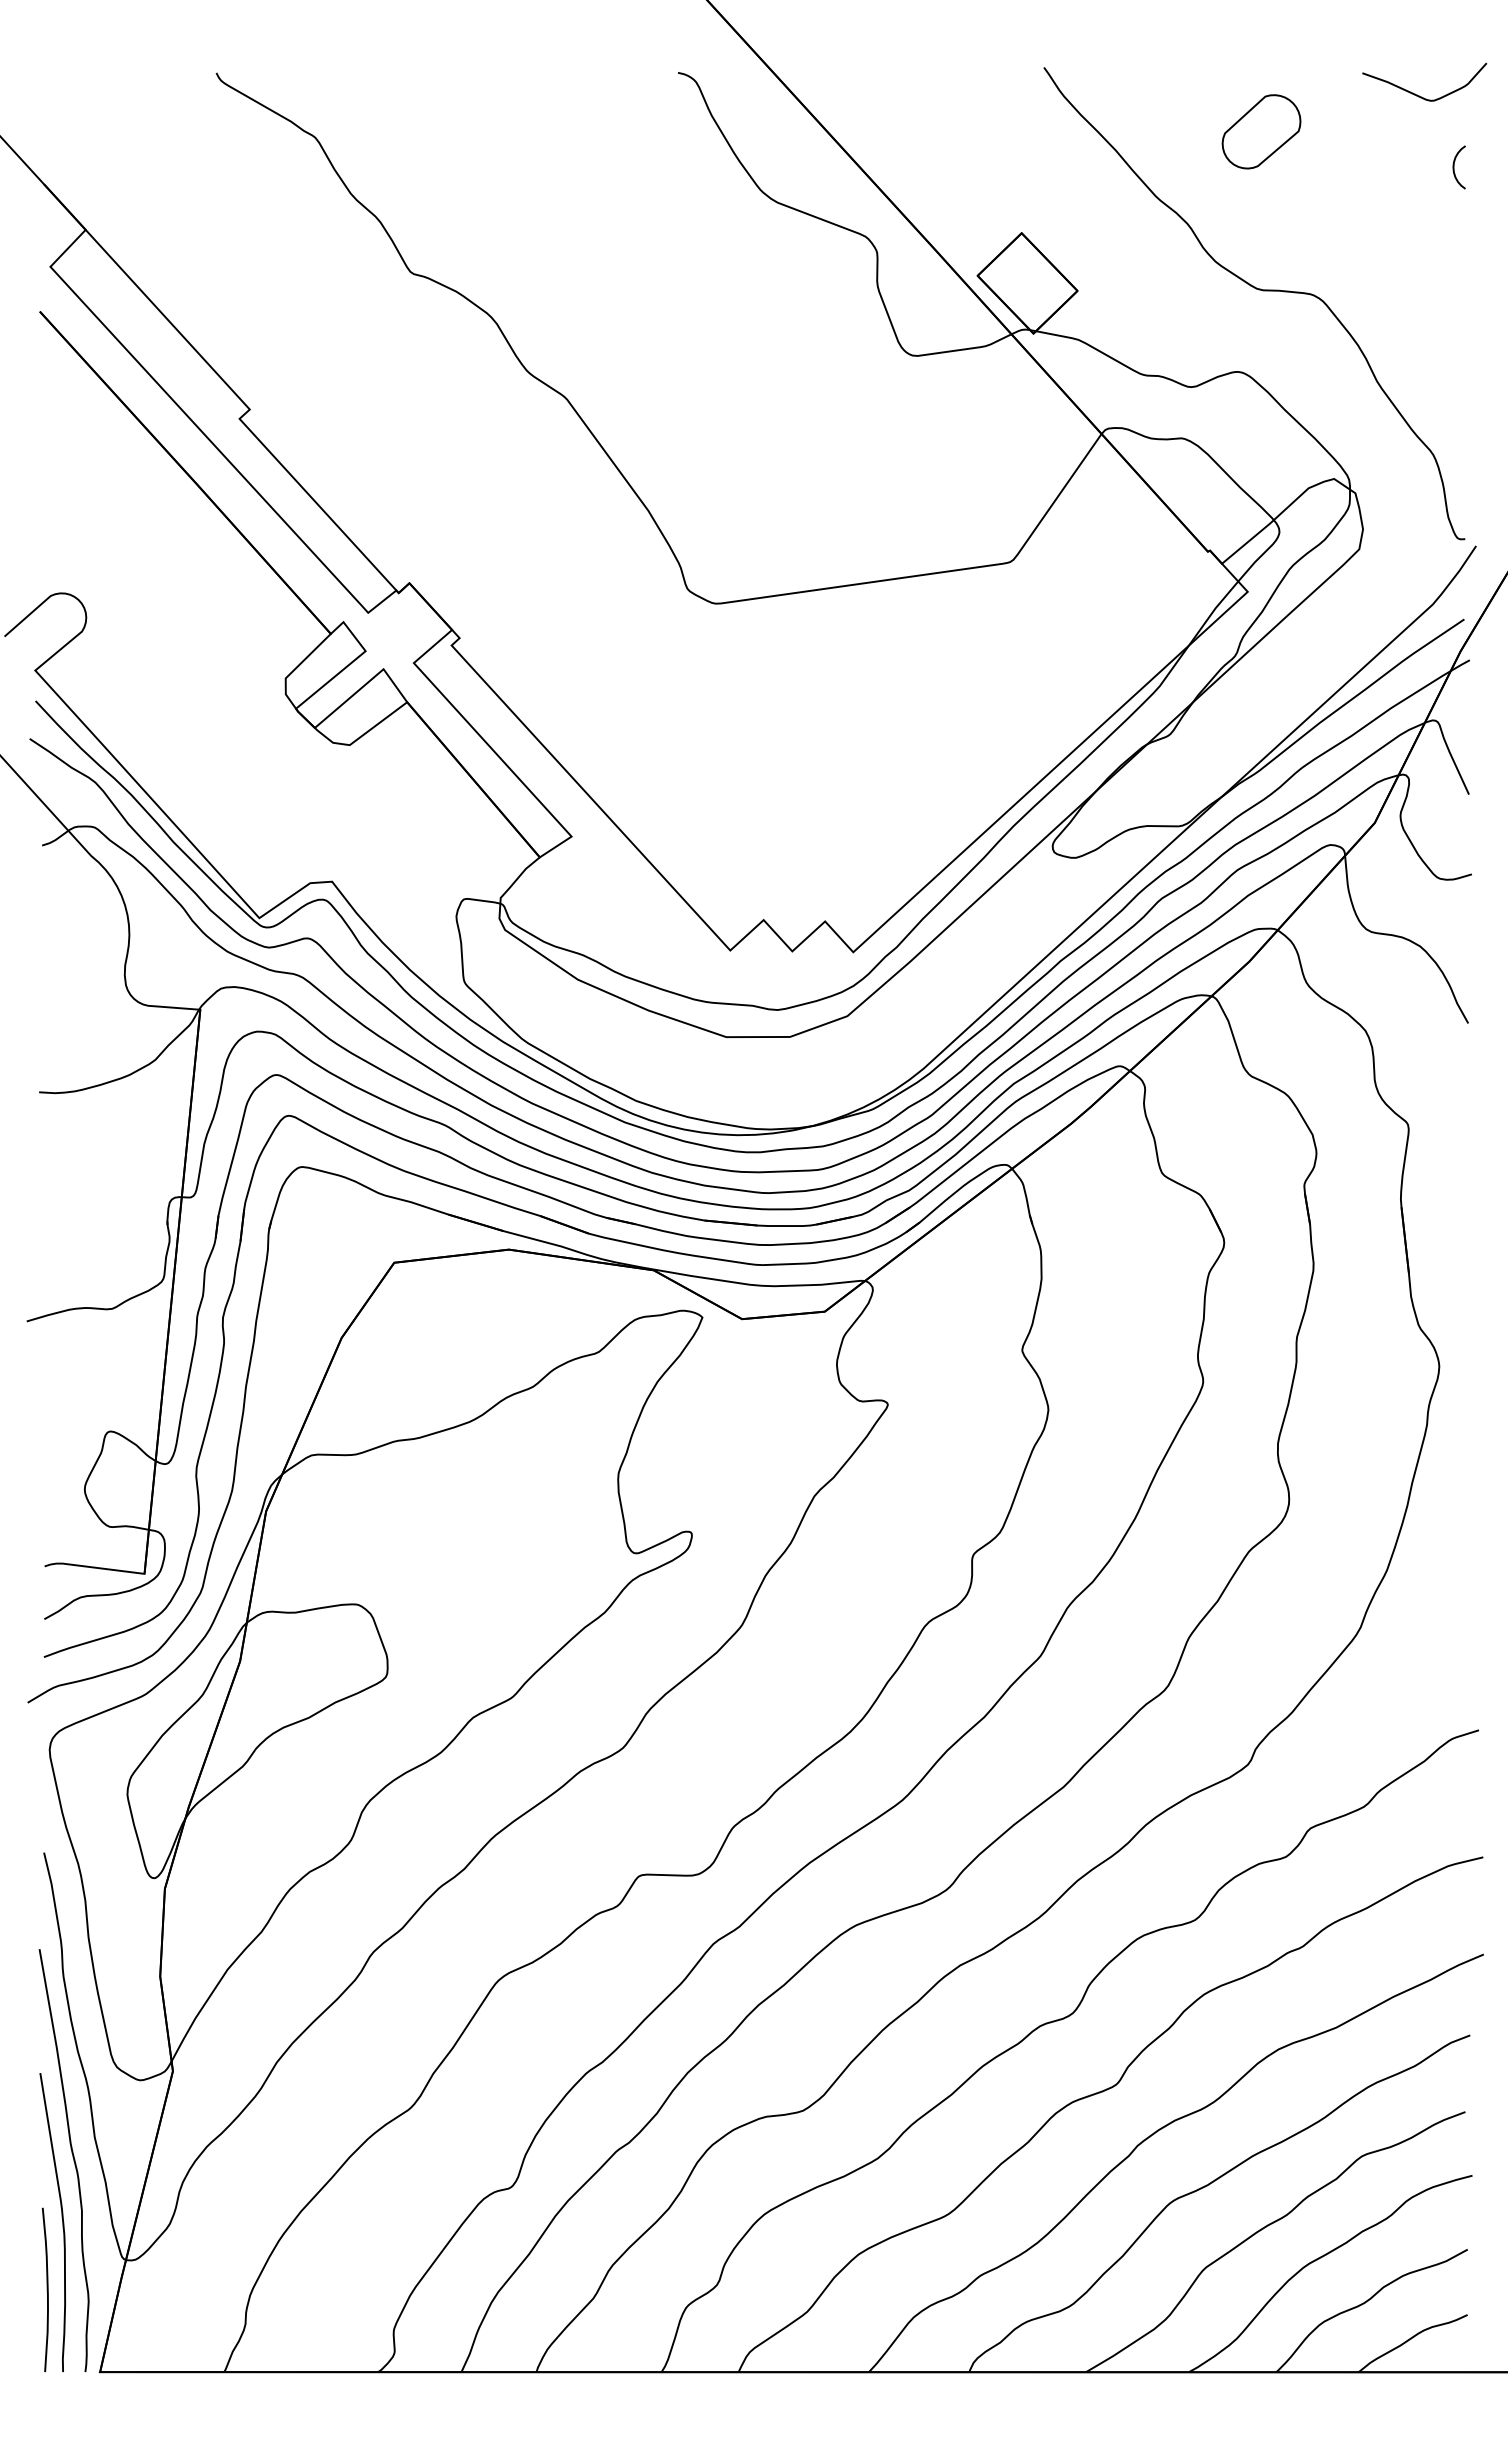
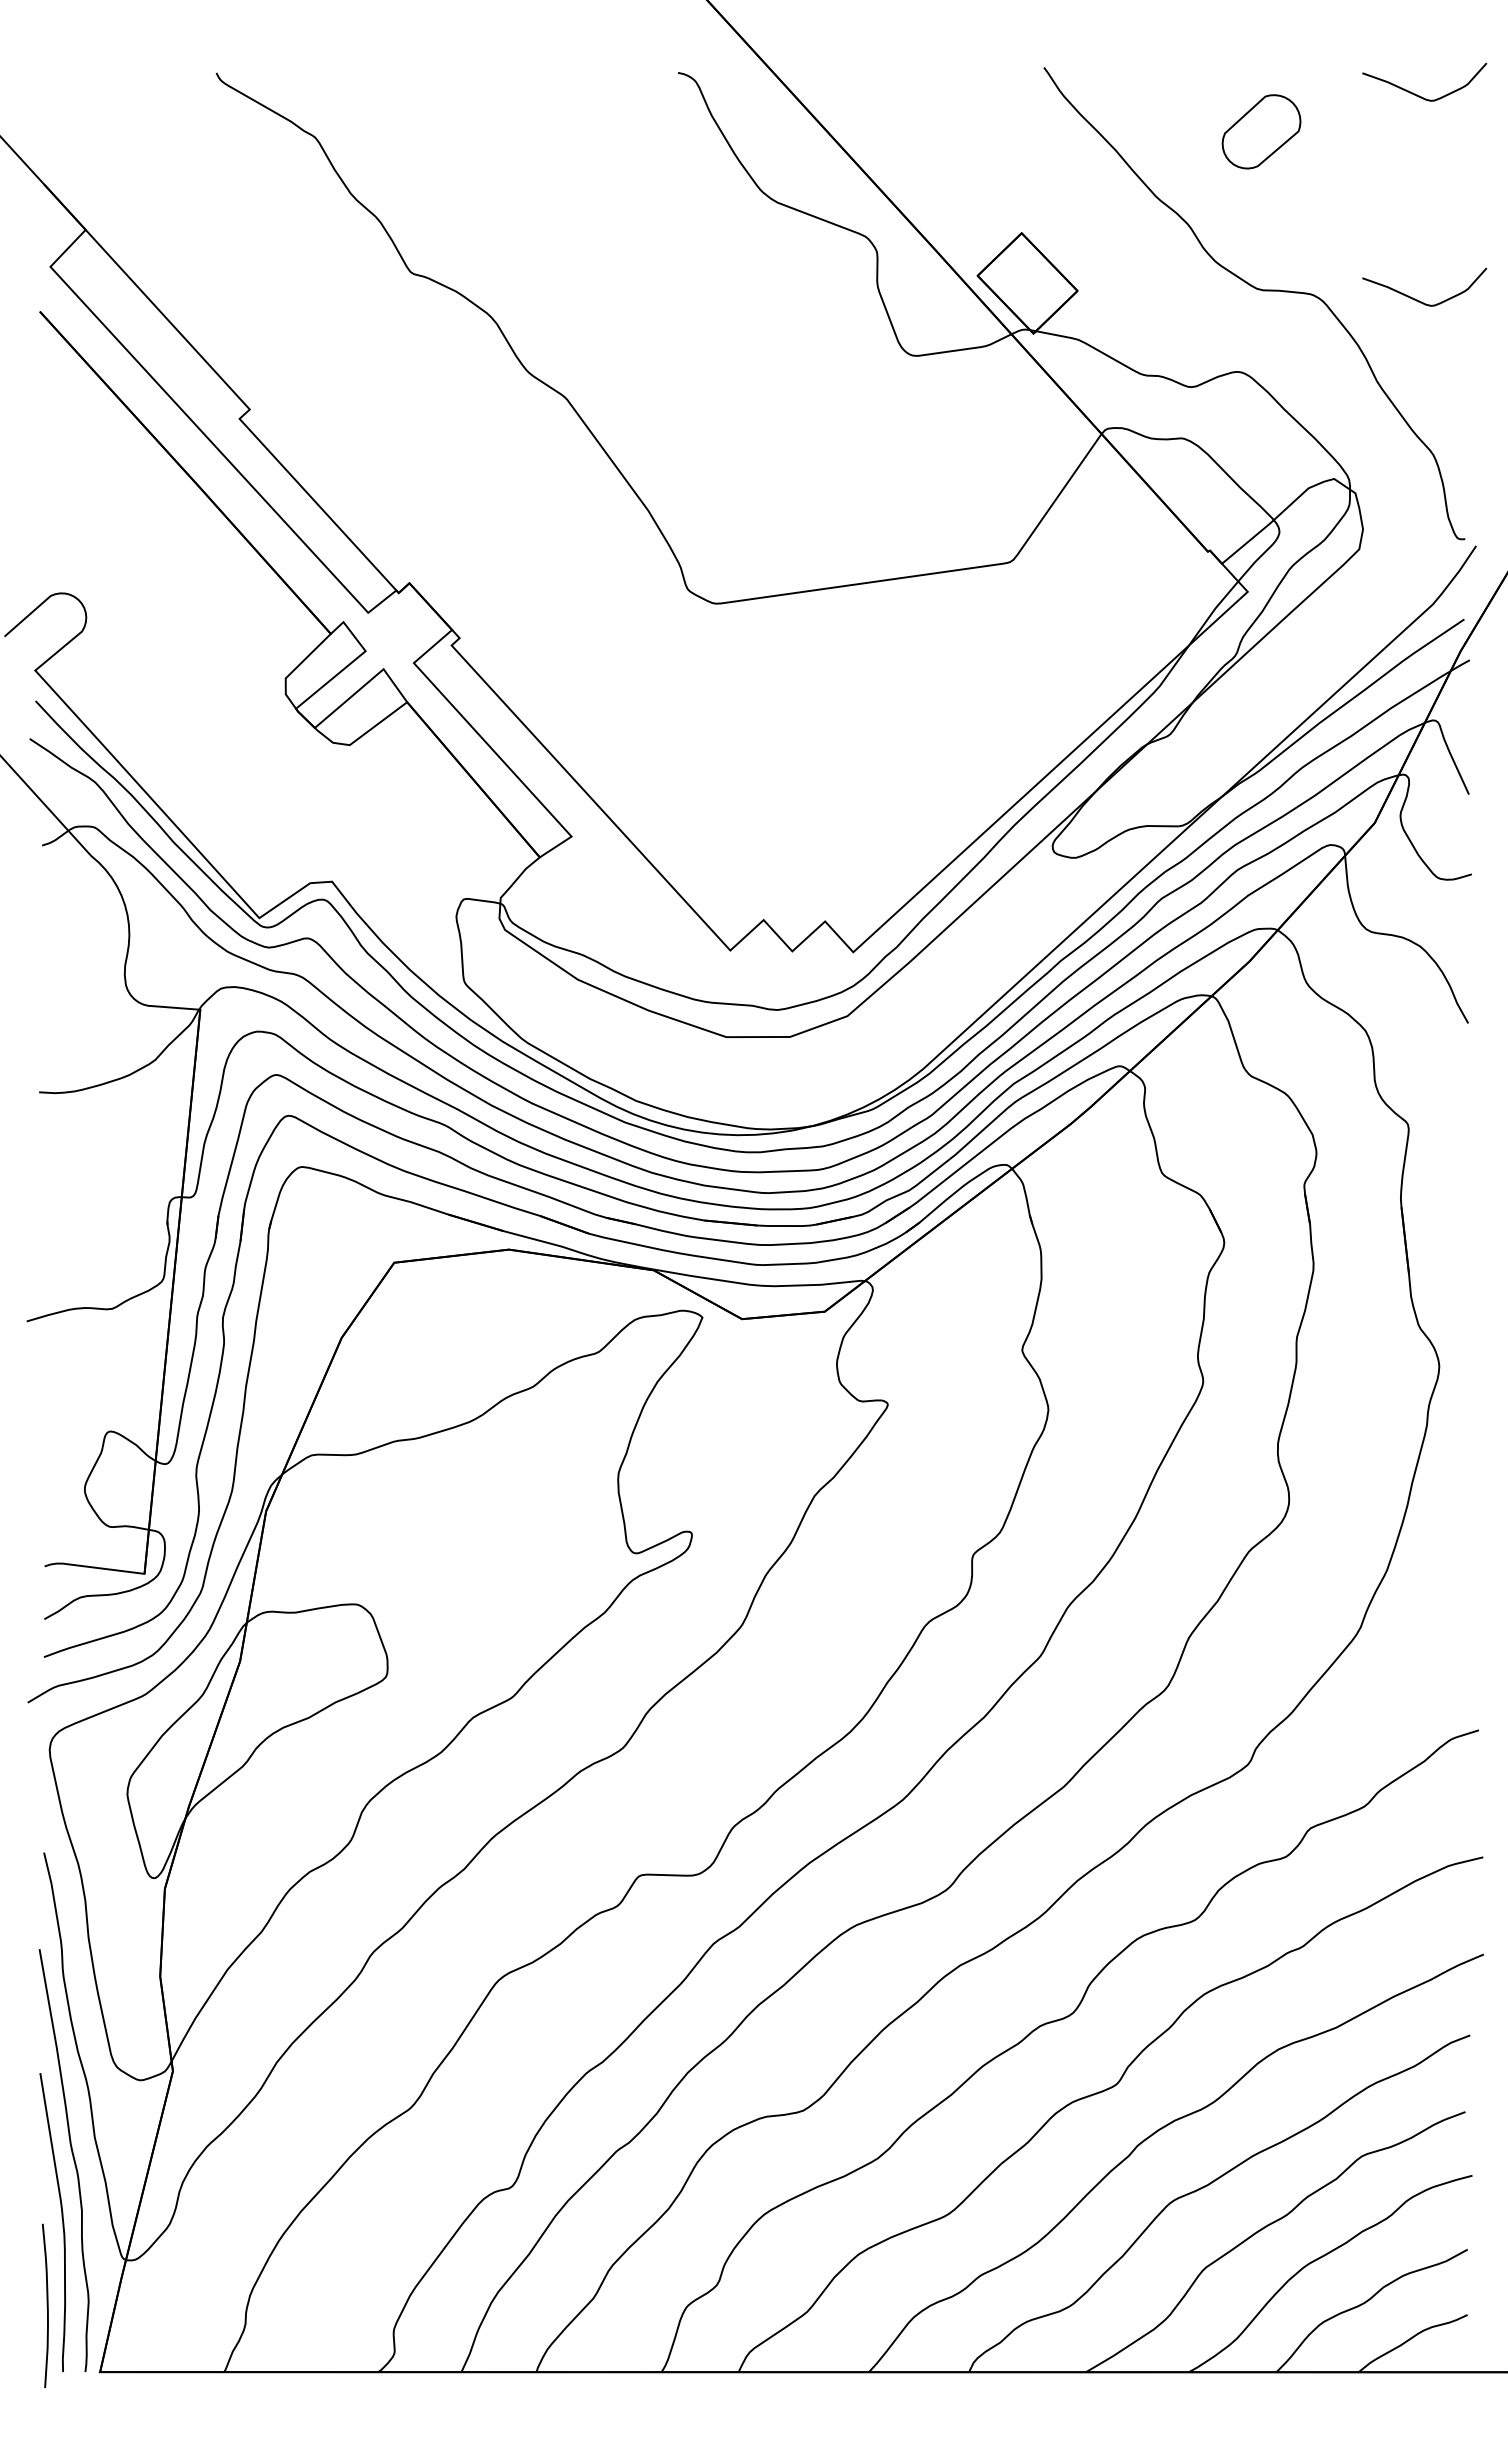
curve at (1454, 167): present -> none
curve at (1417, 299): none -> present
curve at (46, 2289) position: (46, 2289) -> (46, 2305)
